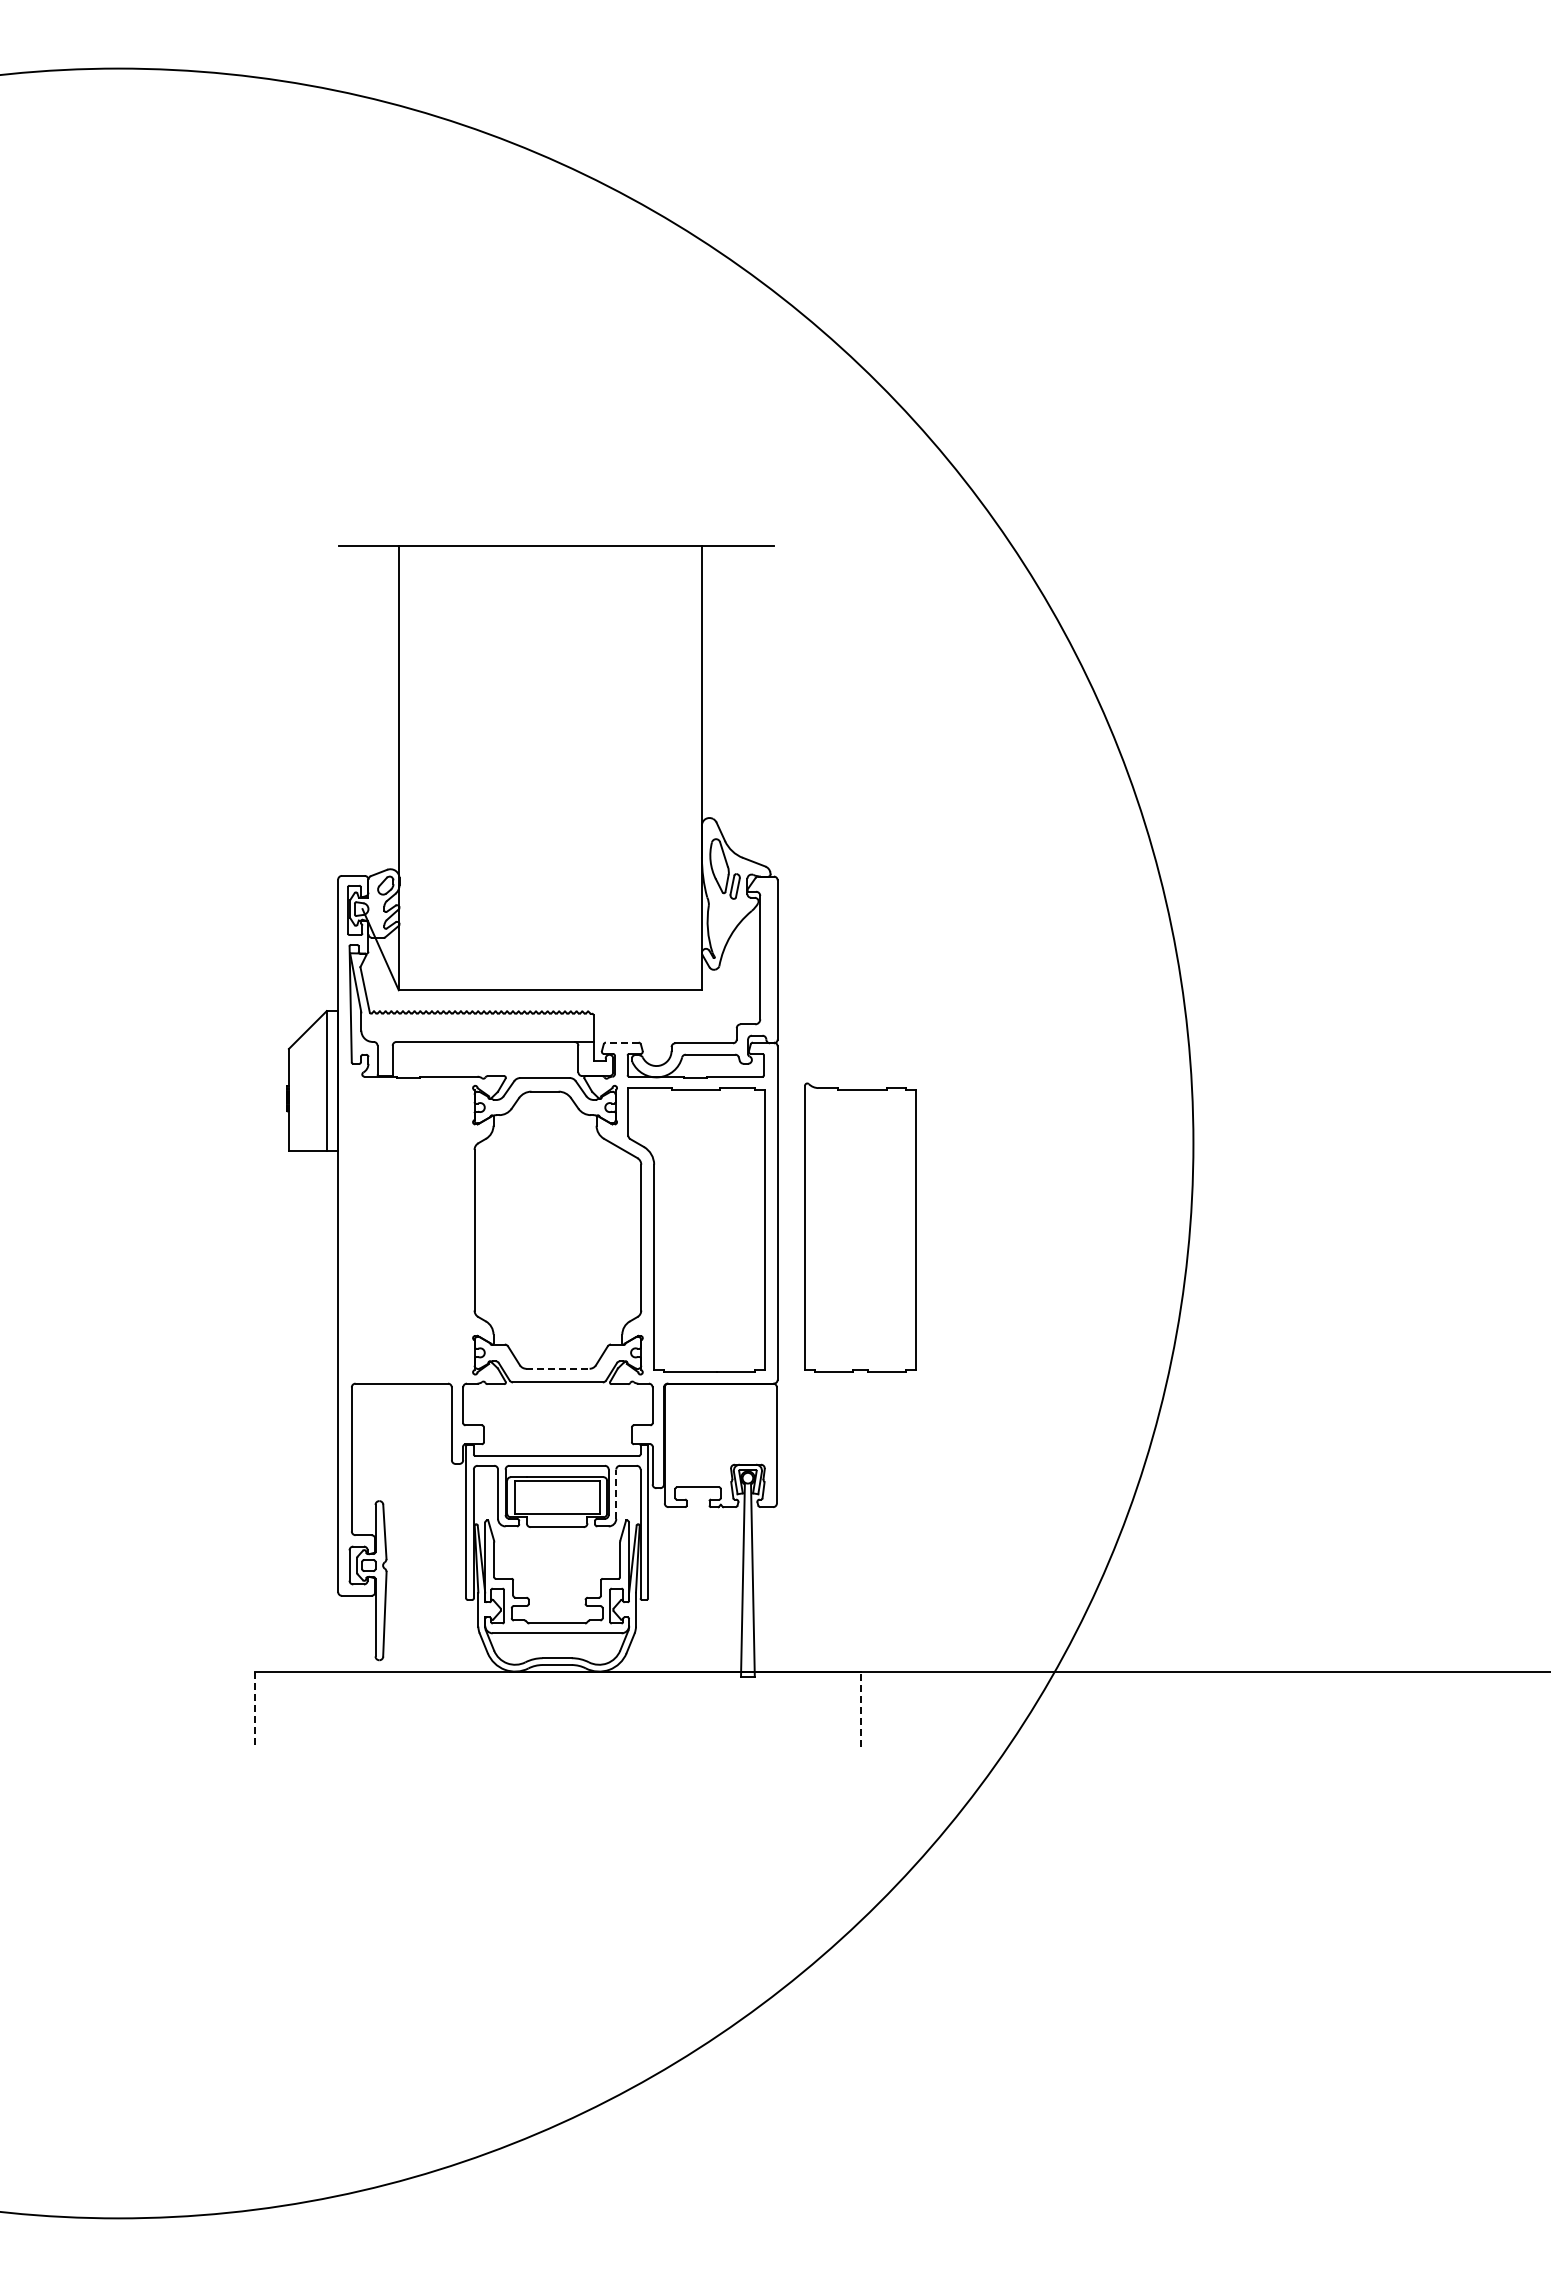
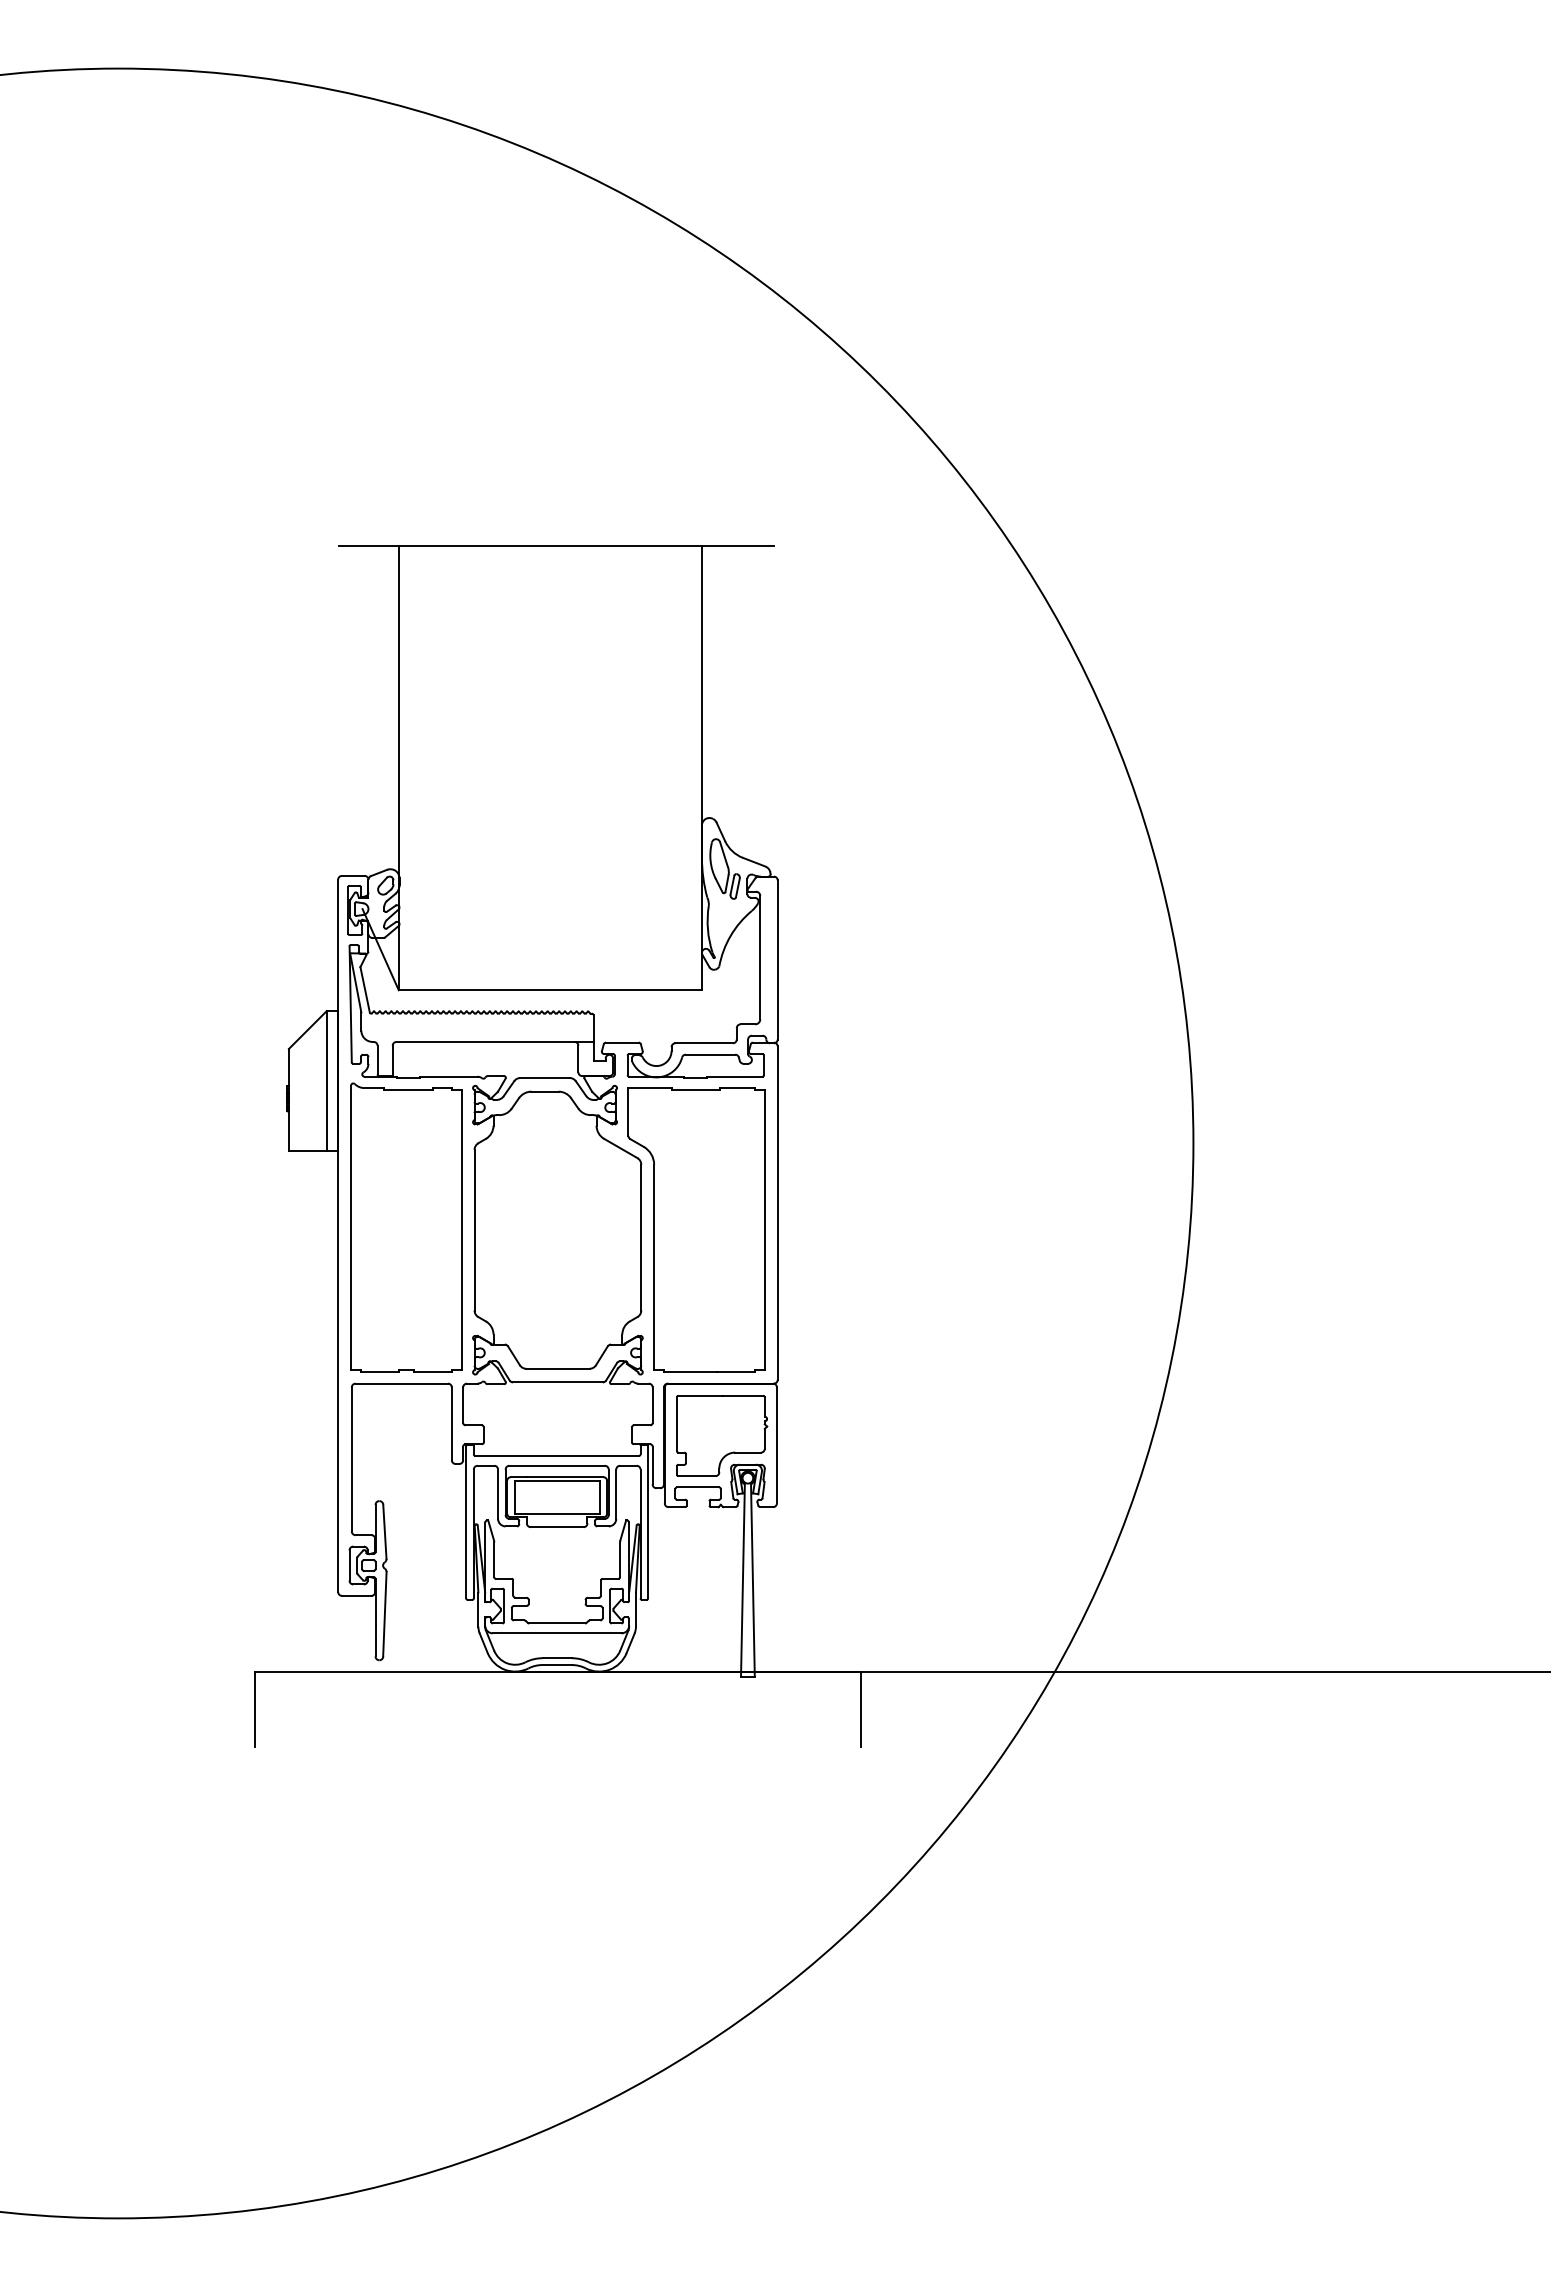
line at (621, 1042): dashed -> solid
part at (860, 1227) position: (860, 1227) -> (406, 1227)
line at (557, 1368): dashed -> solid
part at (722, 1435): none -> present
line at (616, 1494): dashed -> solid
line at (254, 1709): dashed -> solid
line at (861, 1709): dashed -> solid
